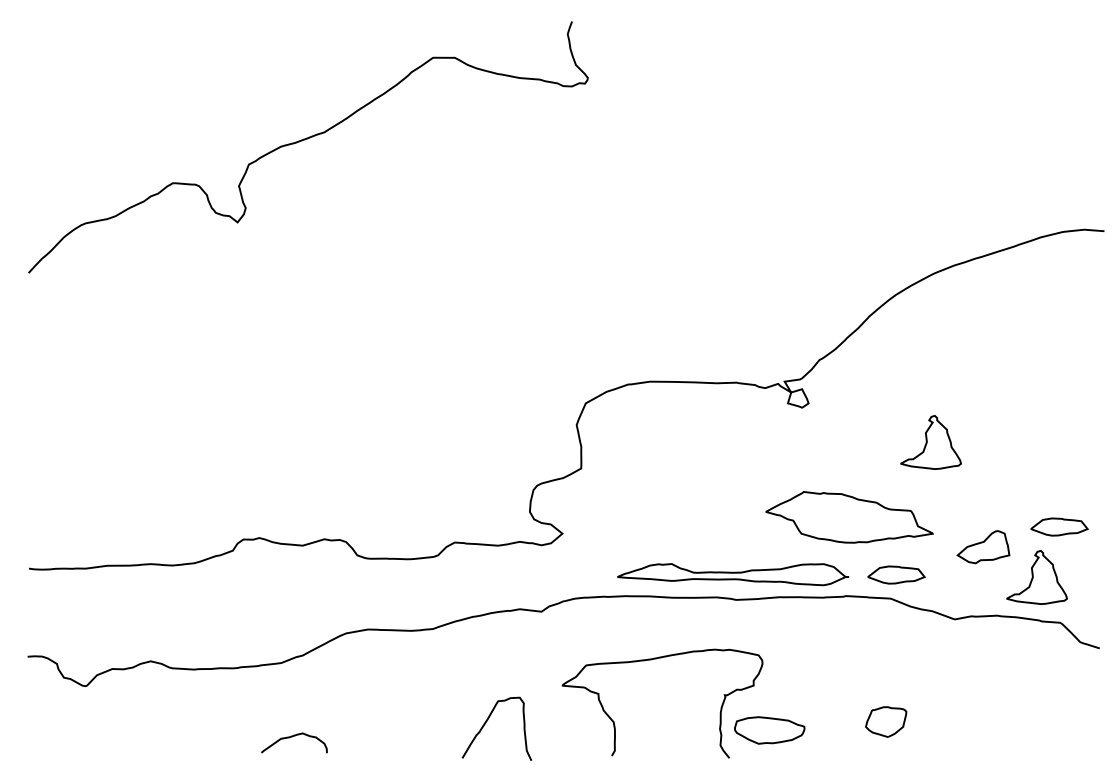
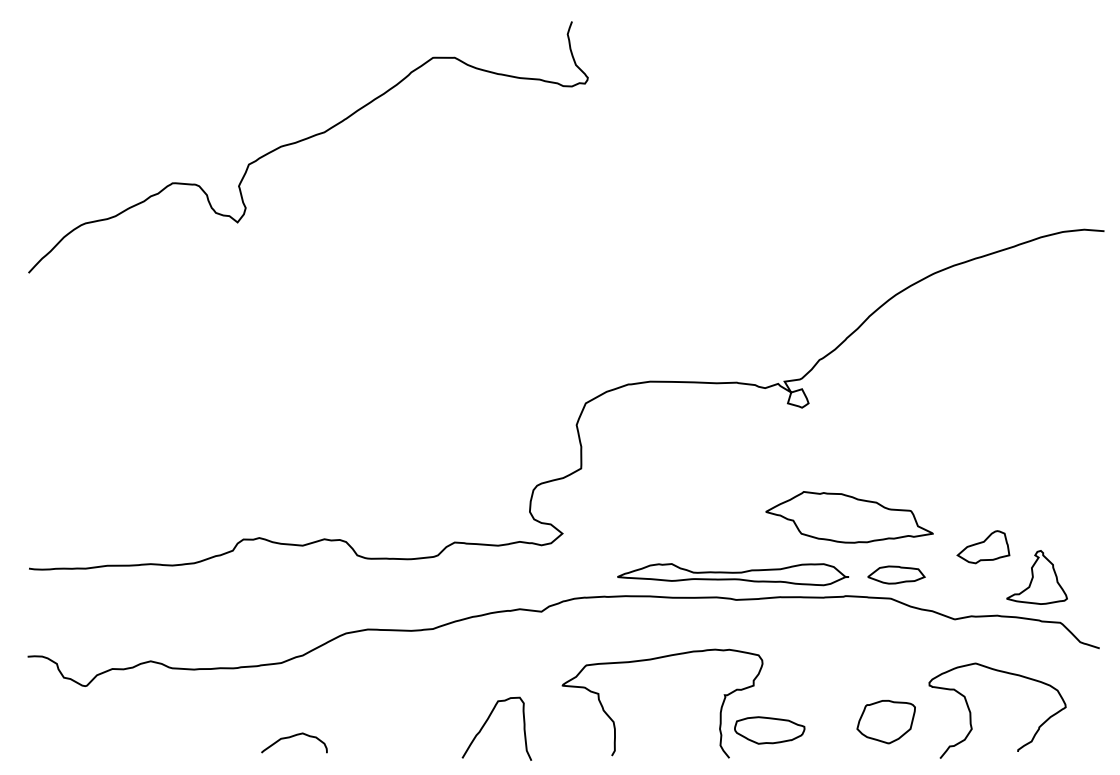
part at (930, 442): present -> none
part at (1059, 526): present -> none
curve at (971, 712): none -> present
part at (886, 721) size: 43x32 px -> 60x46 px
